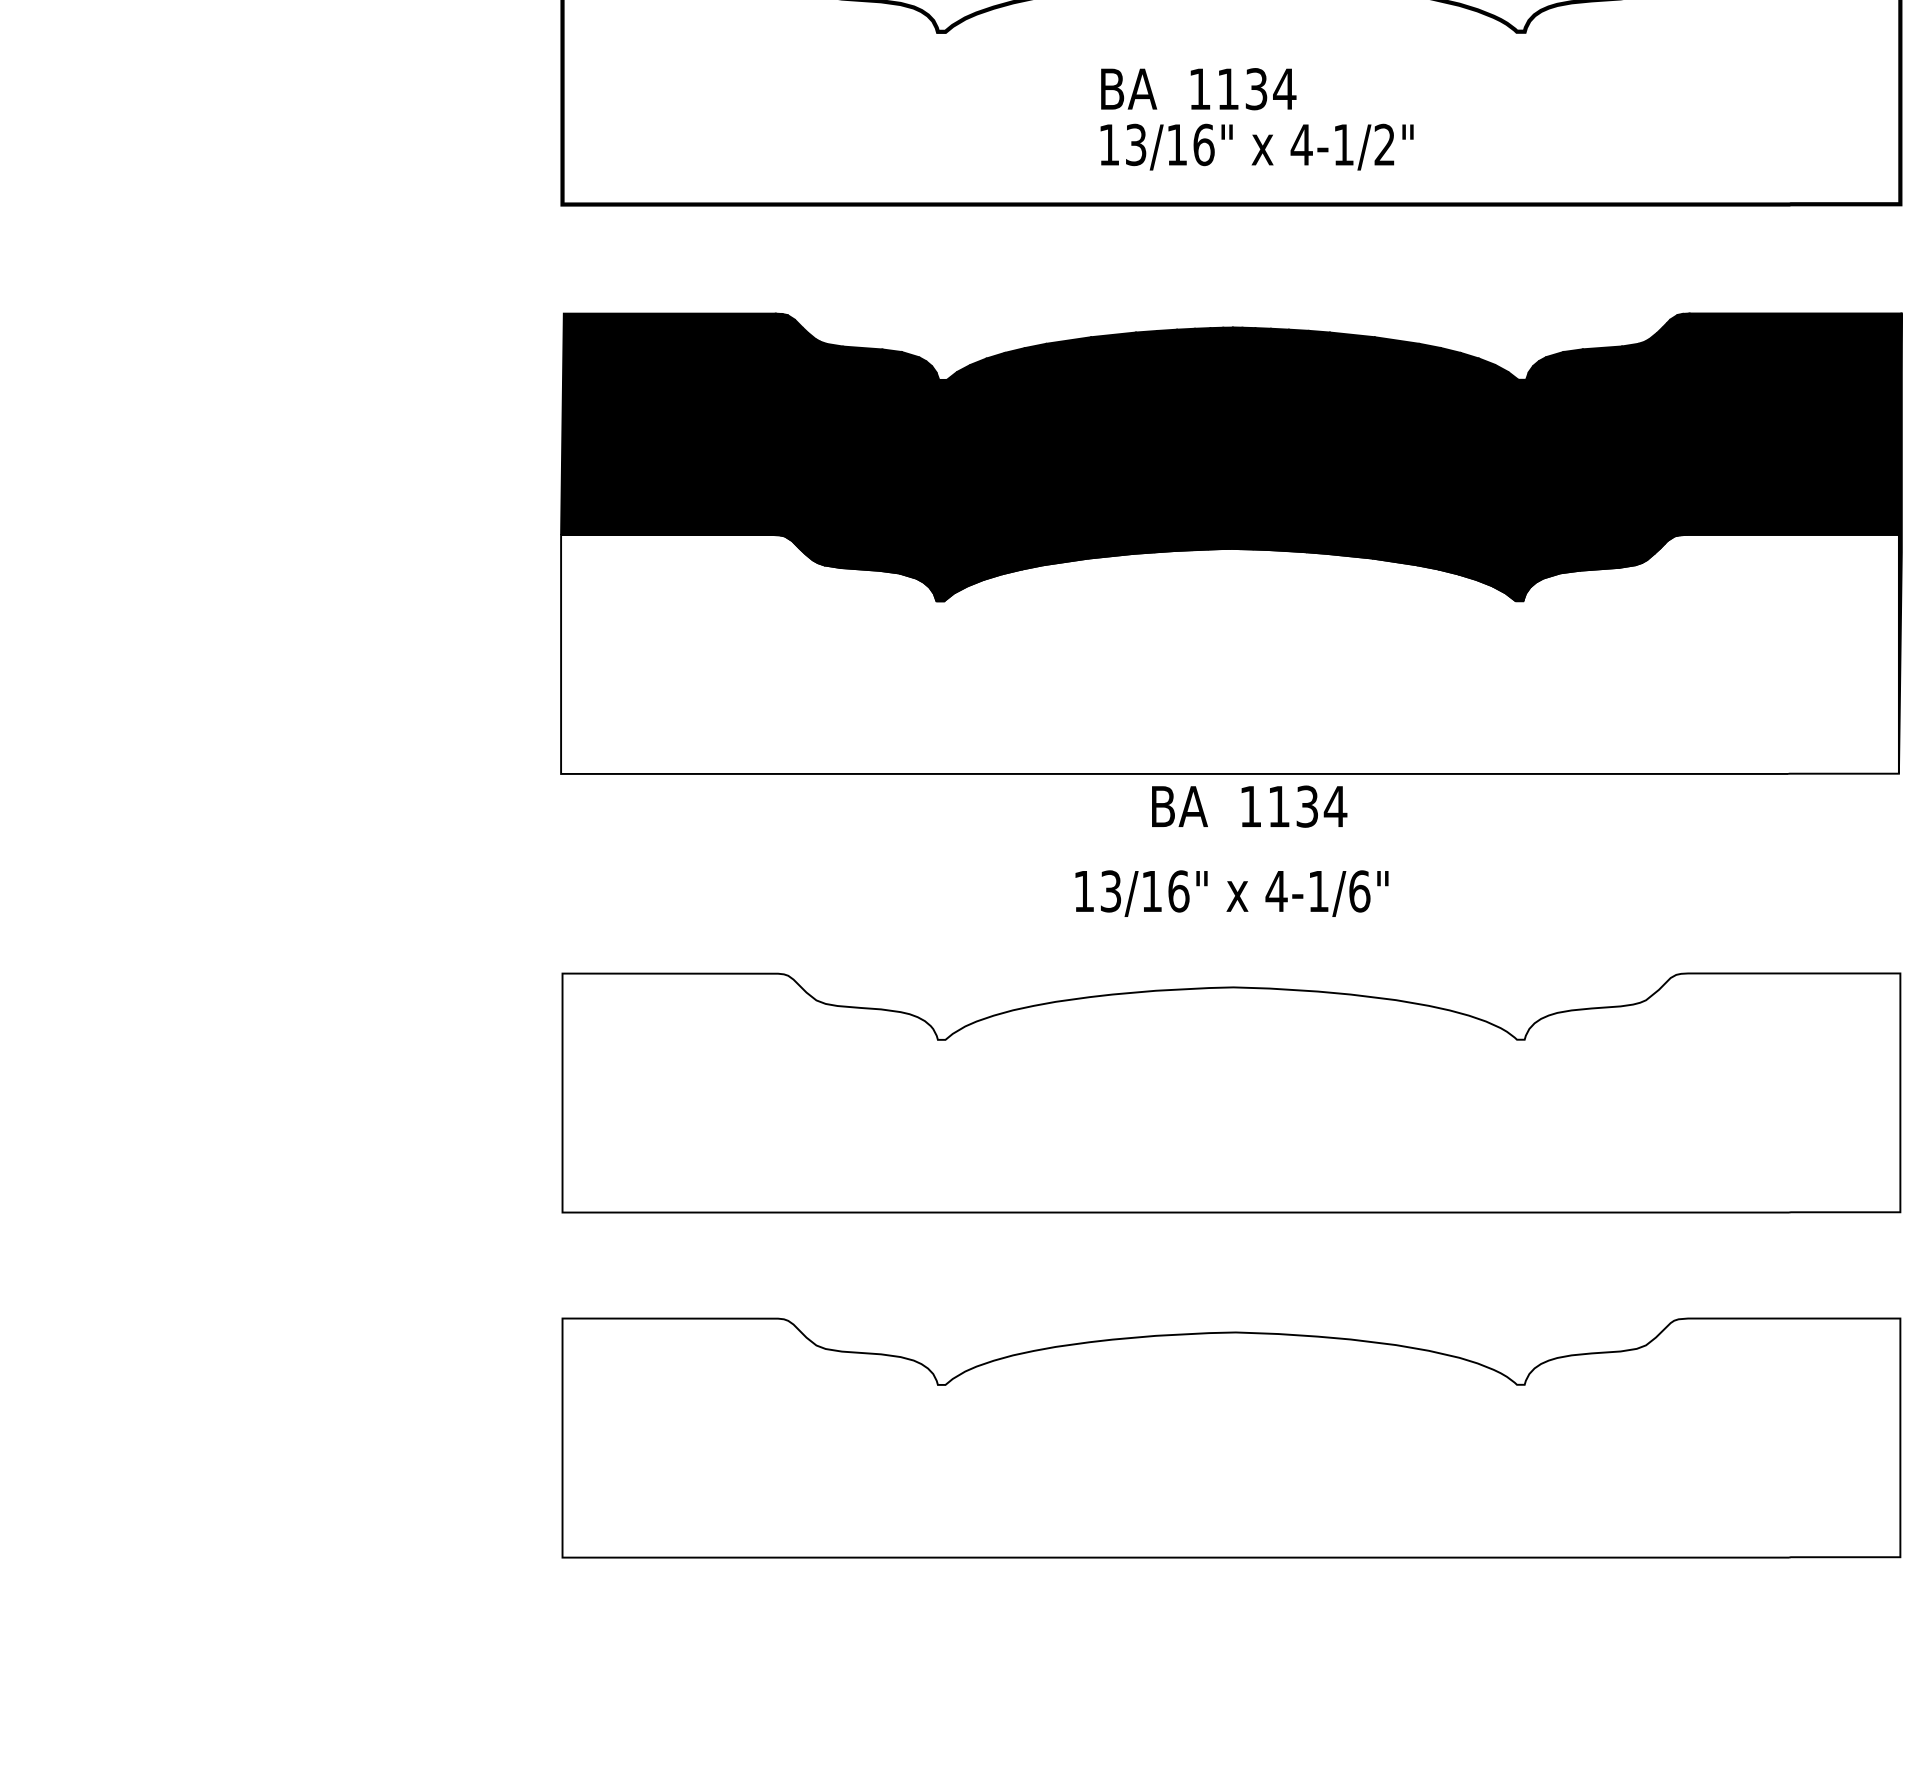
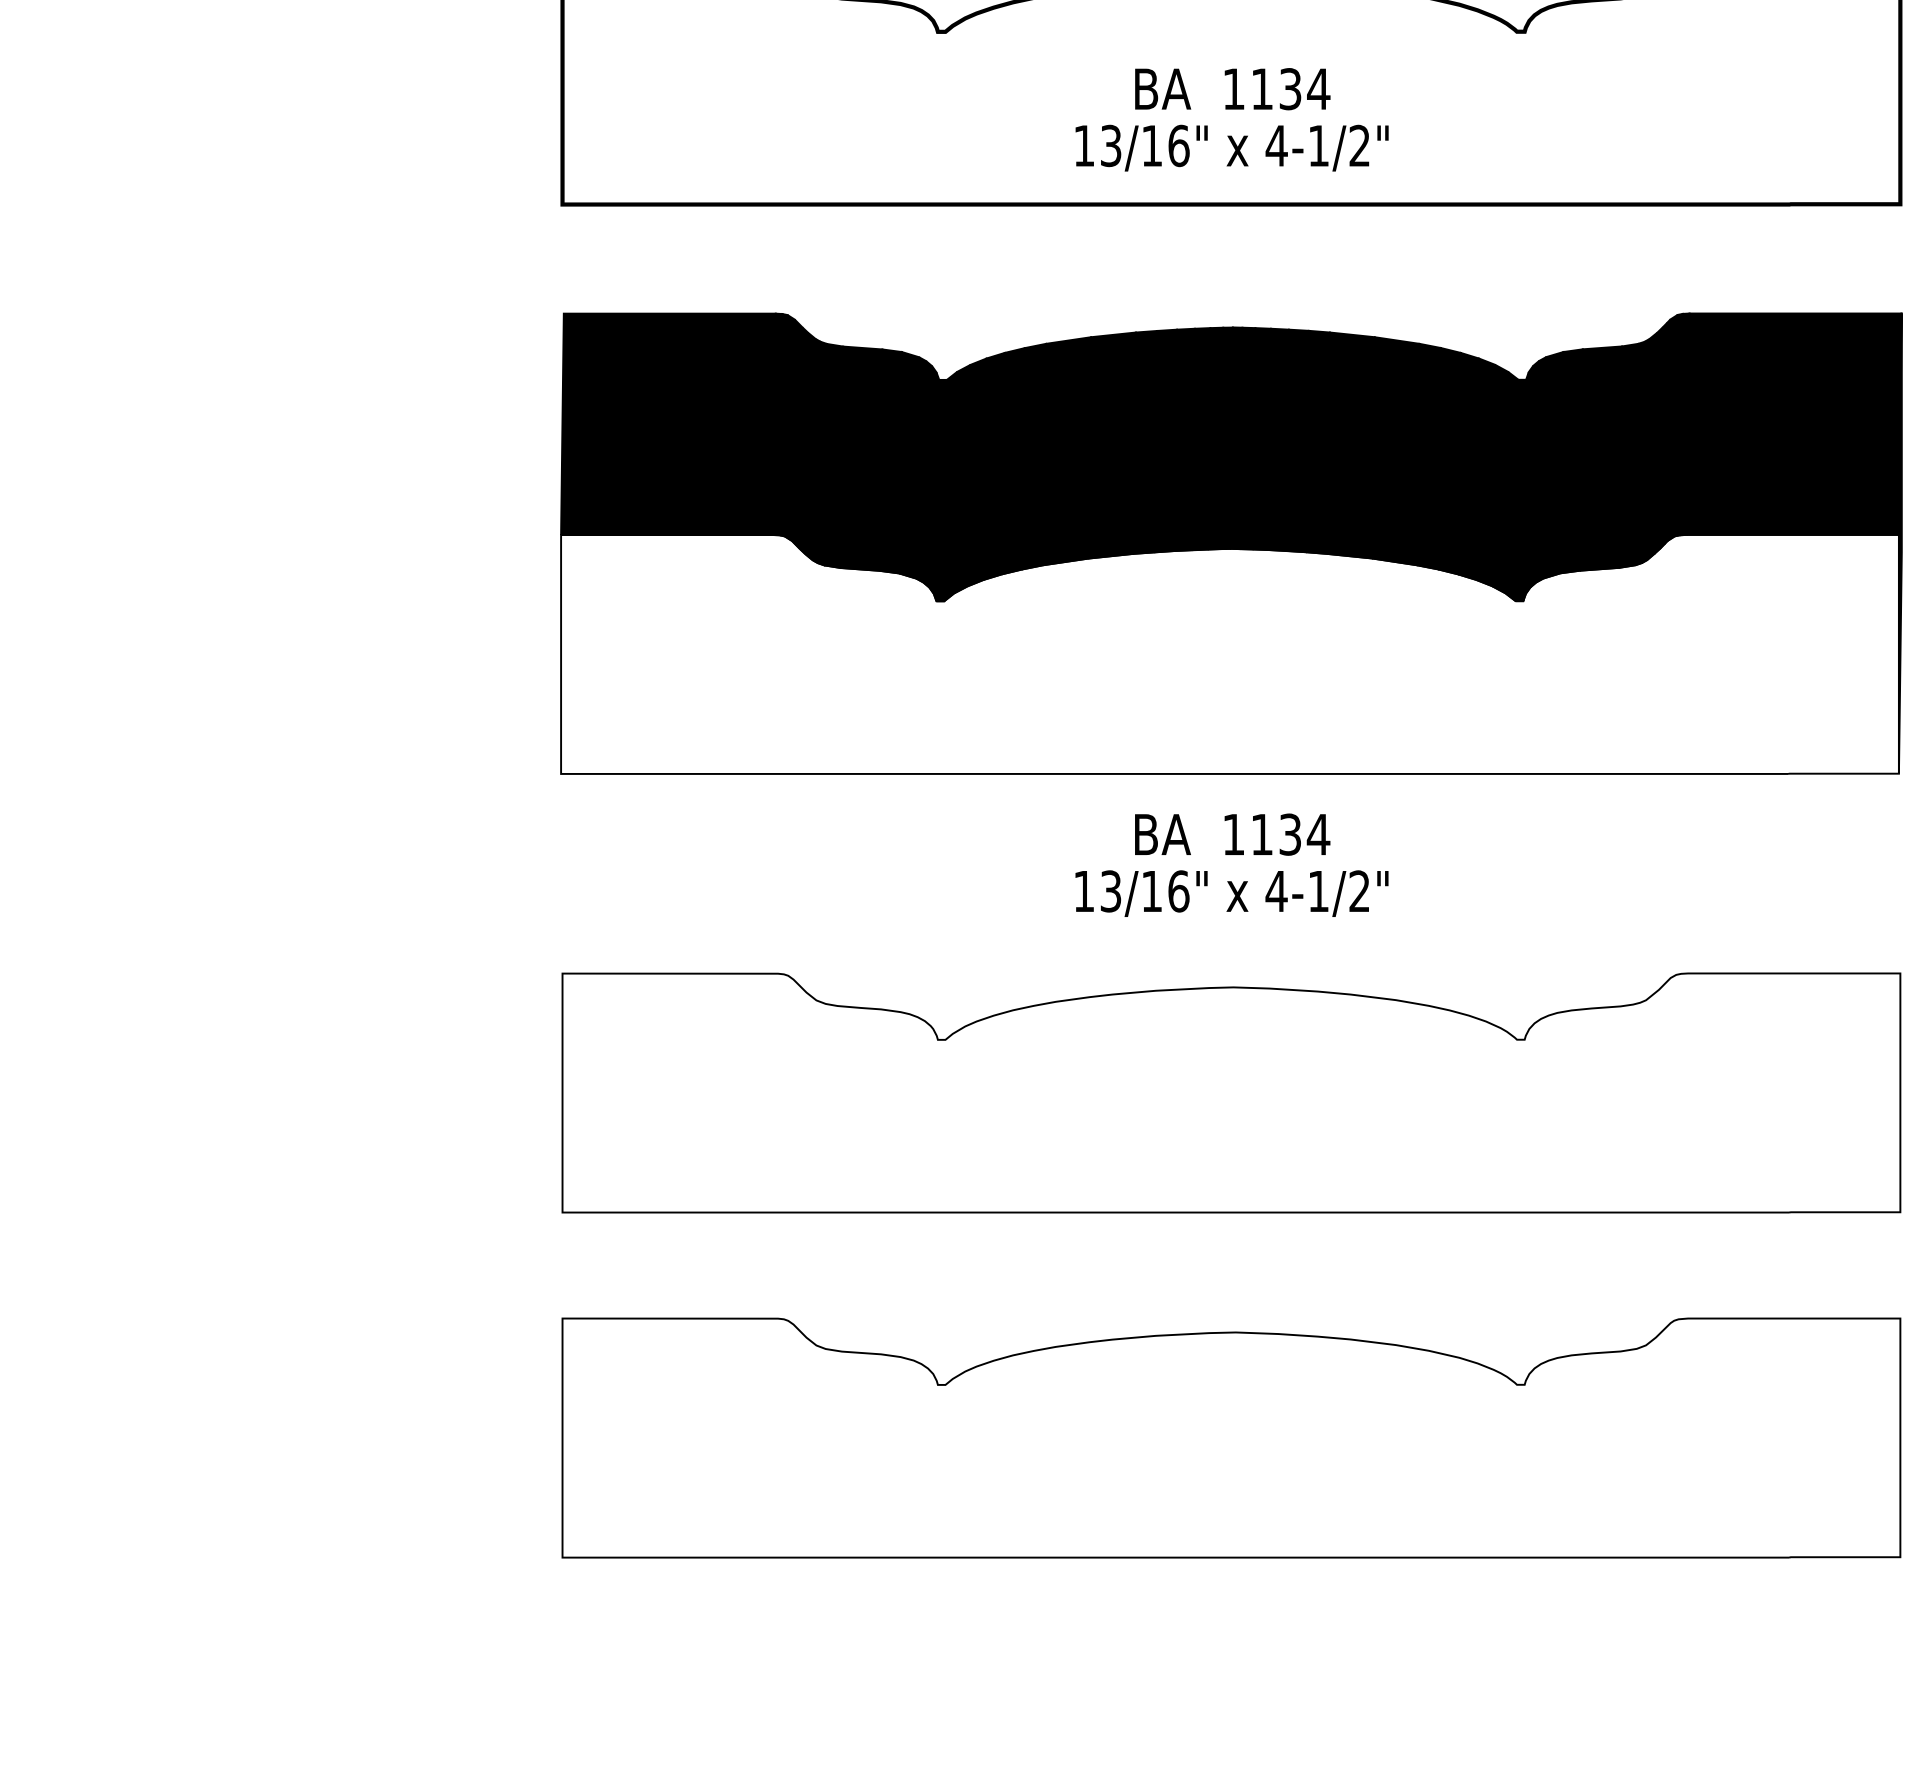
text at (1198, 89) position: (1198, 89) -> (1232, 89)
text at (1256, 146) position: (1256, 146) -> (1231, 147)
text at (1249, 806) position: (1249, 806) -> (1232, 834)
text at (1359, 891): 4-1/6" -> 4-1/2"
